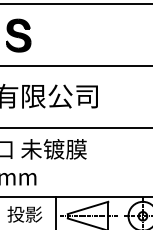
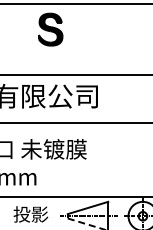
part at (18, 35) position: (18, 35) -> (50, 29)
line at (75, 65) position: (75, 65) -> (75, 74)
line at (75, 127) position: (75, 127) -> (75, 122)
line at (56, 211): present -> none
text at (24, 214) position: (24, 214) -> (30, 214)
line at (86, 224): solid -> dashed
